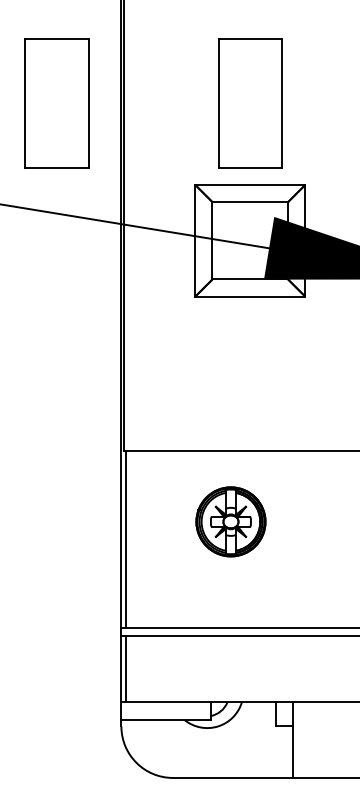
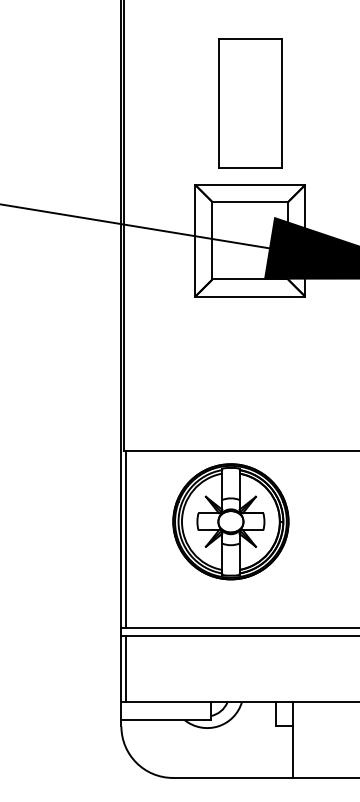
part at (57, 103): present -> none
part at (230, 521) size: 72x72 px -> 118x118 px
